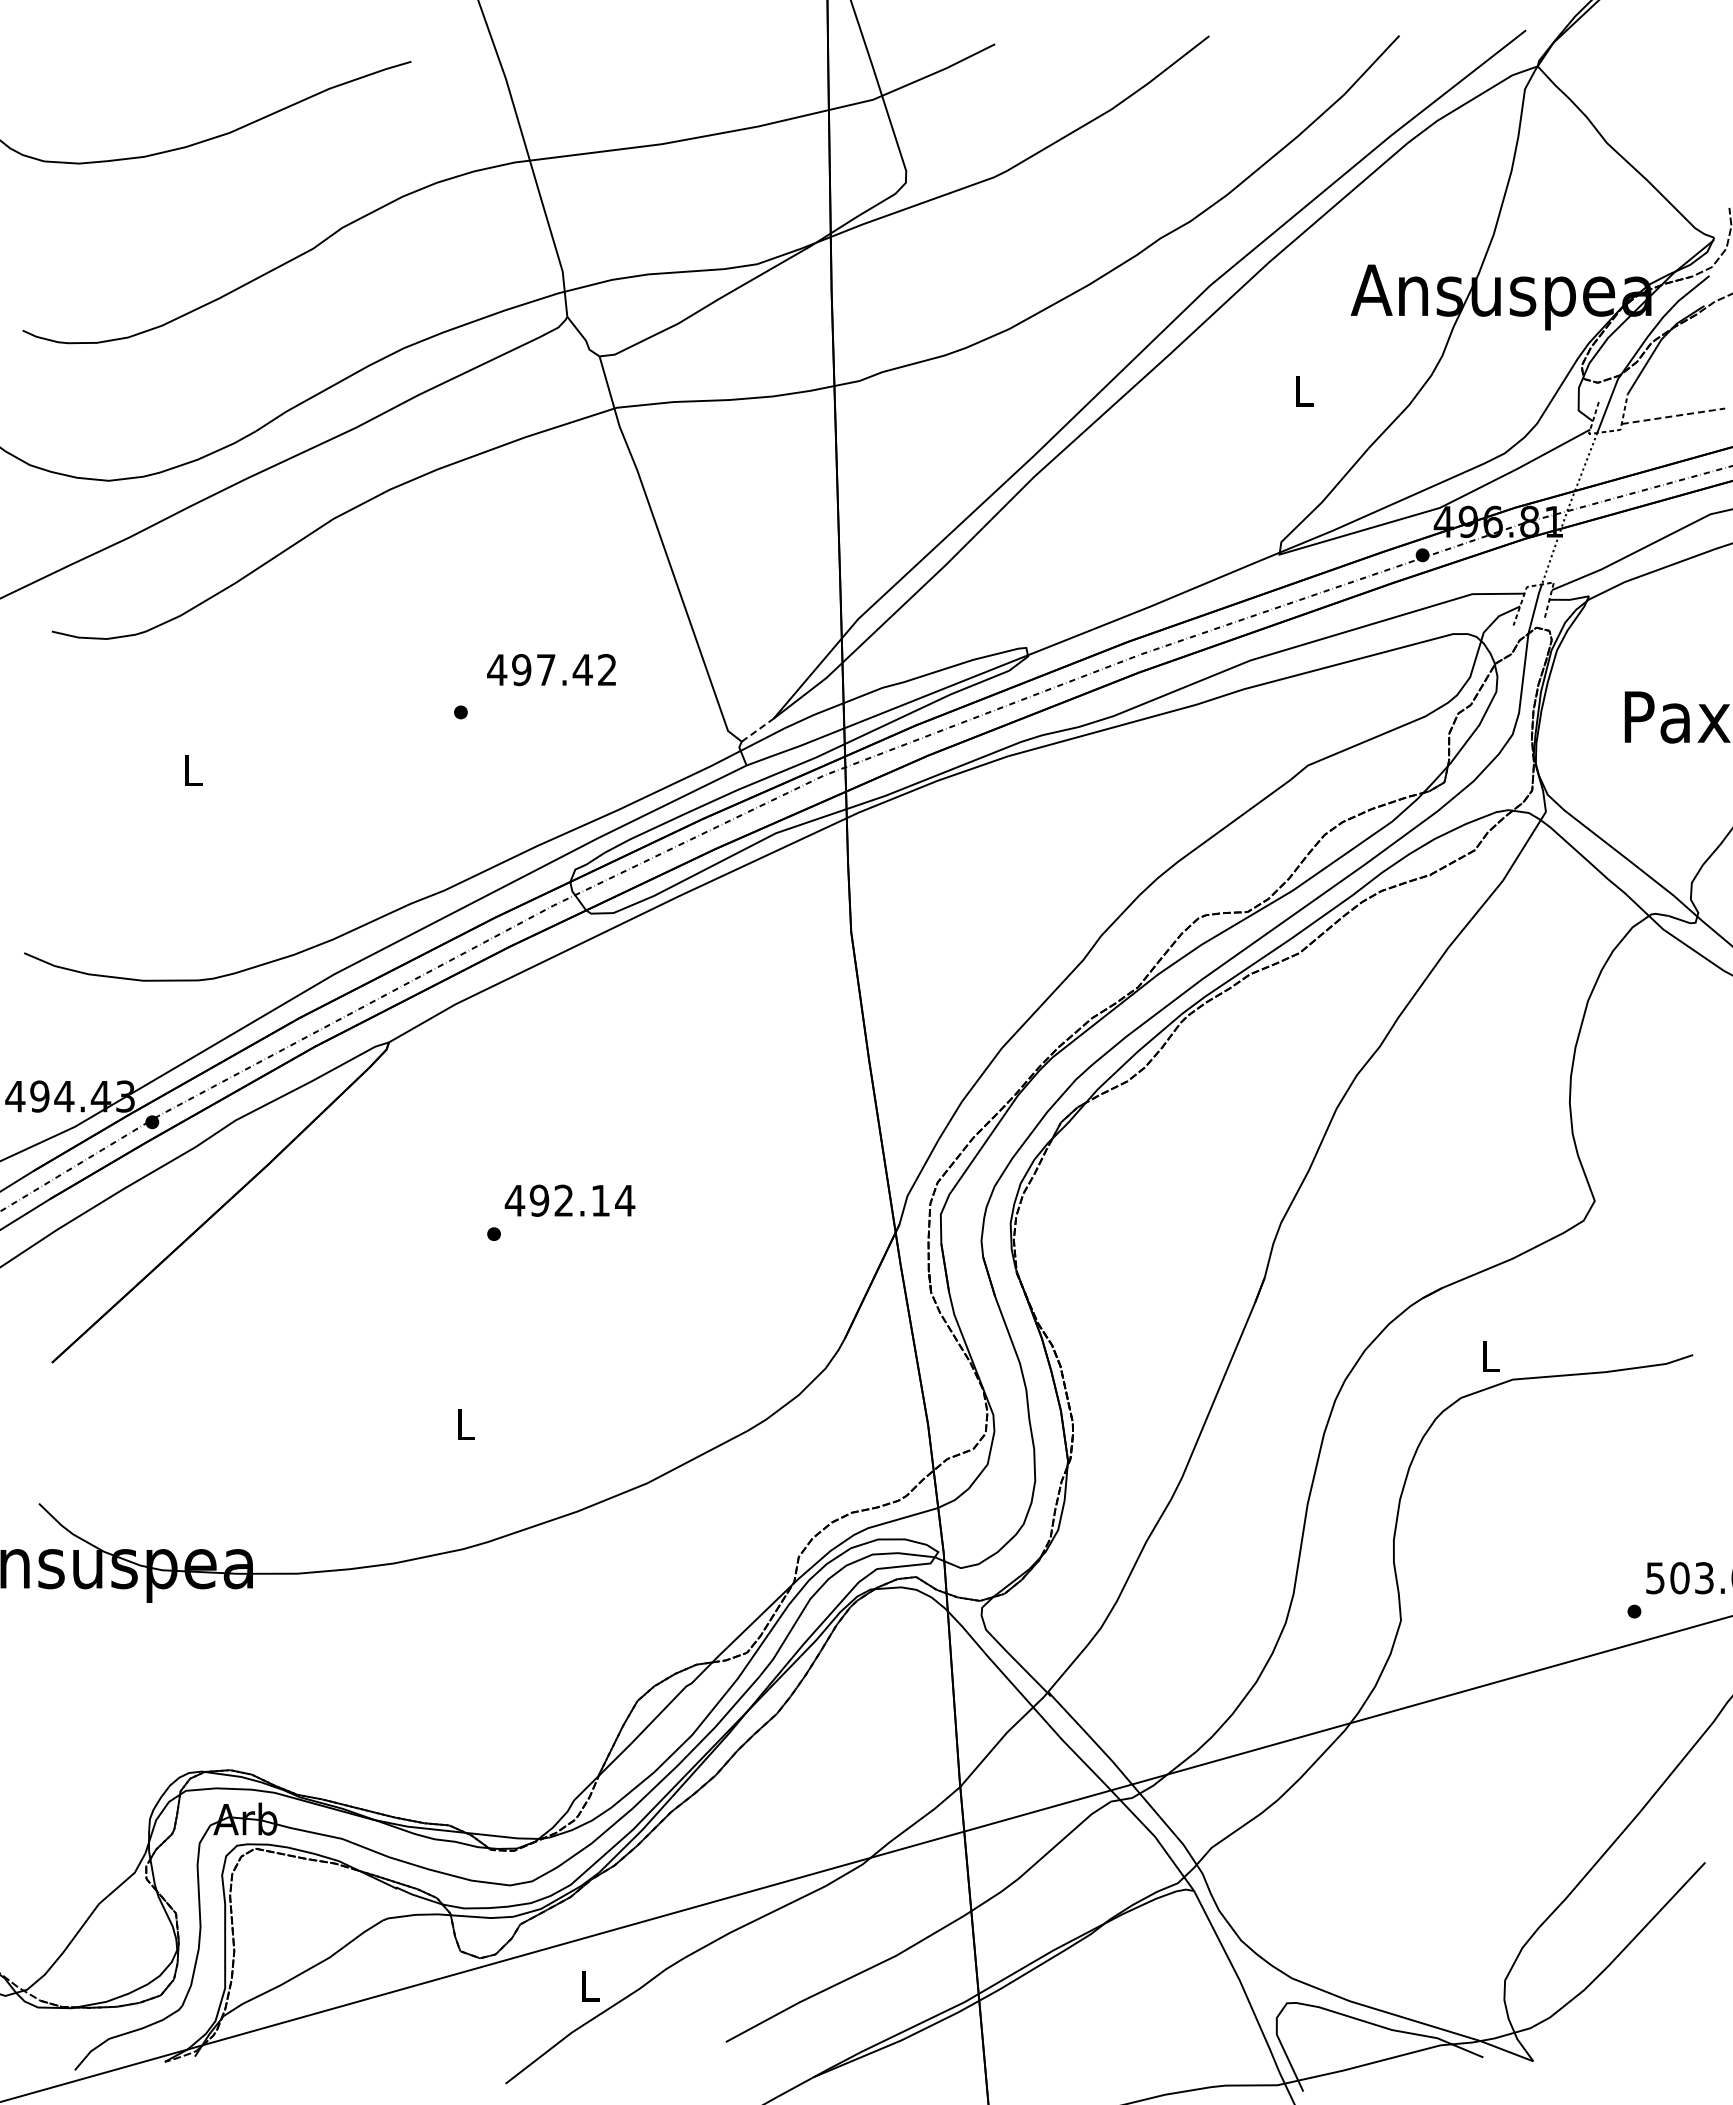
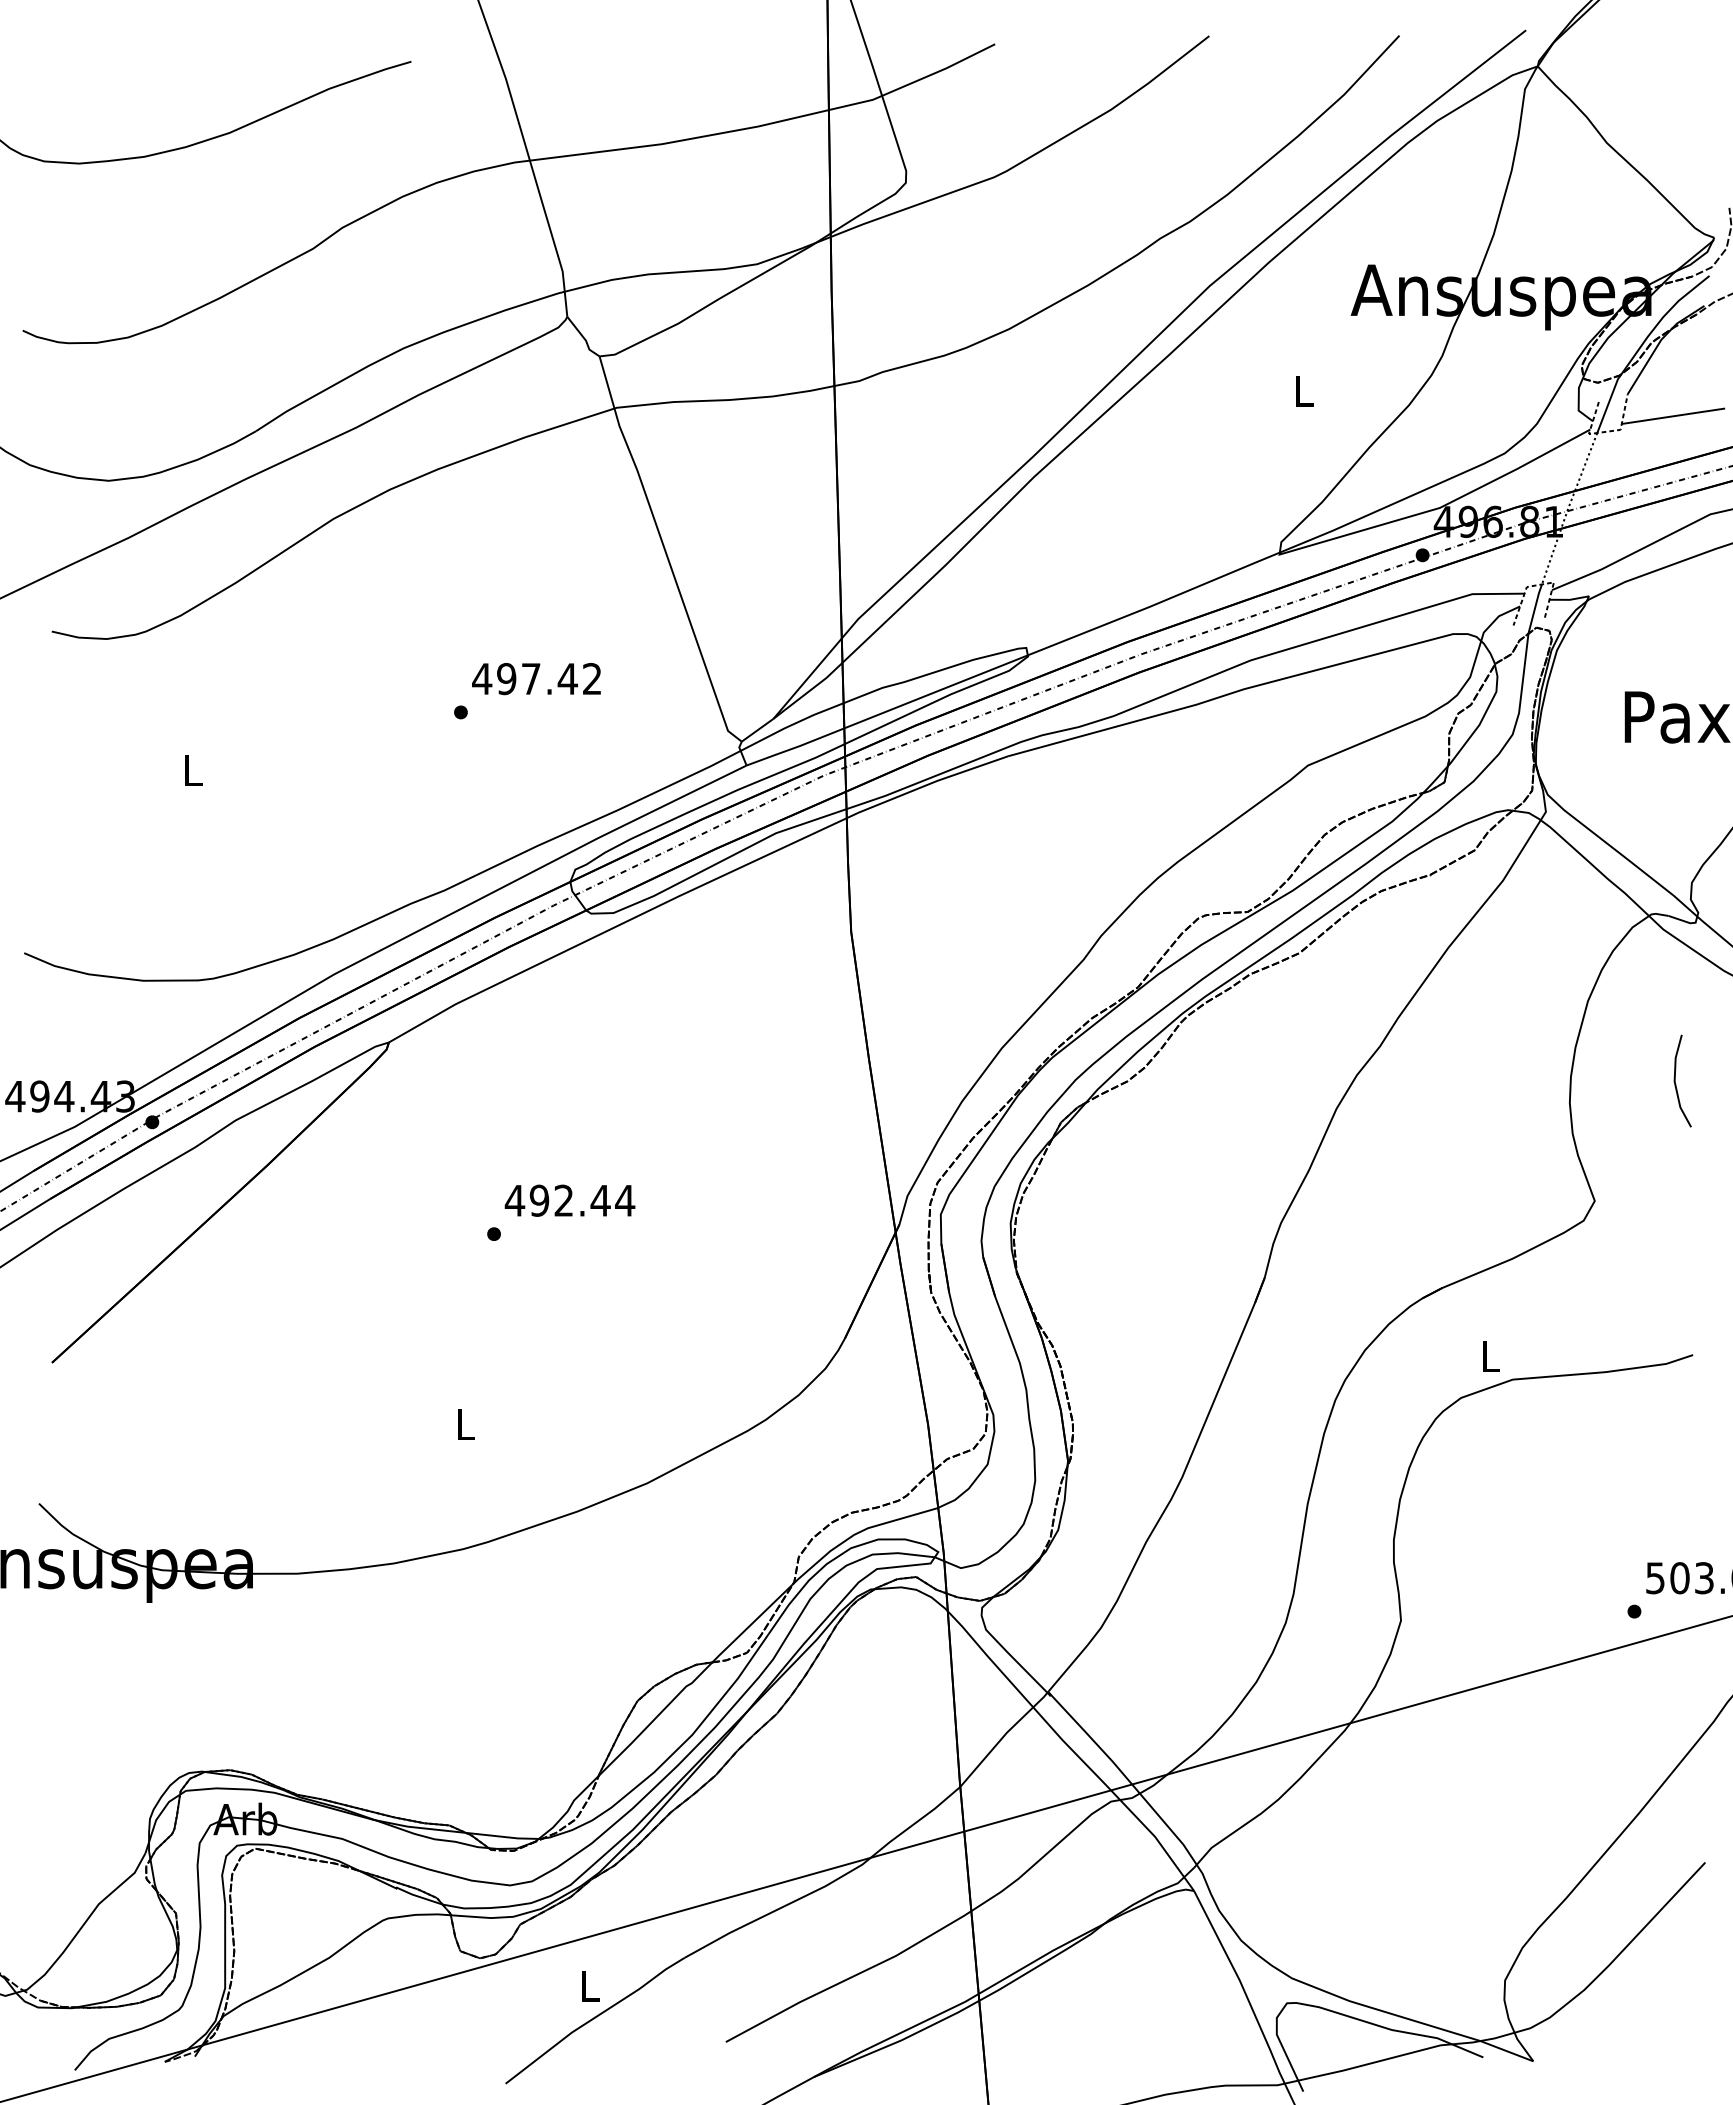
line at (1673, 416): dashed -> solid
text at (551, 670) position: (551, 670) -> (536, 679)
line at (757, 730): dashed -> solid
line at (1675, 1080): none -> present
text at (600, 1200): 492.14 -> 492.44
